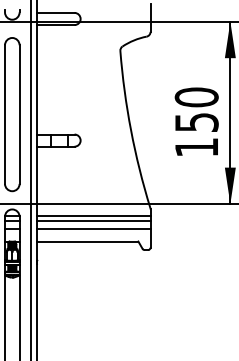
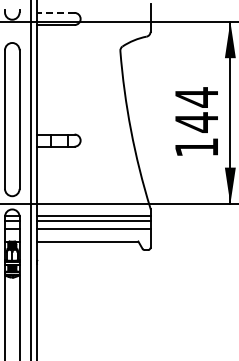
line at (55, 12): solid -> dashed
text at (196, 109): 150 -> 144
part at (12, 114) position: (12, 114) -> (12, 119)
